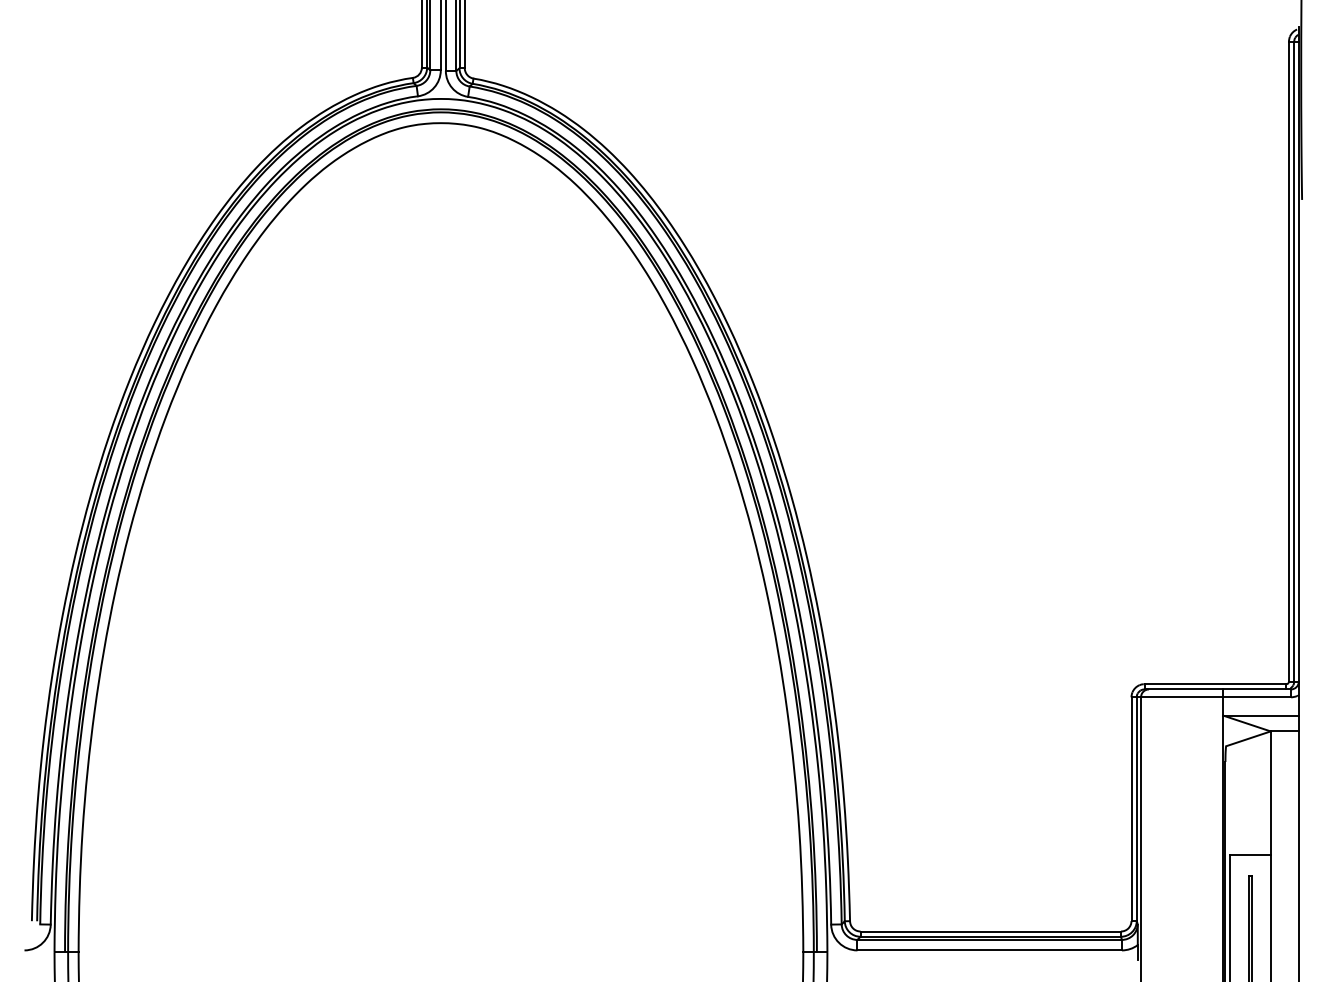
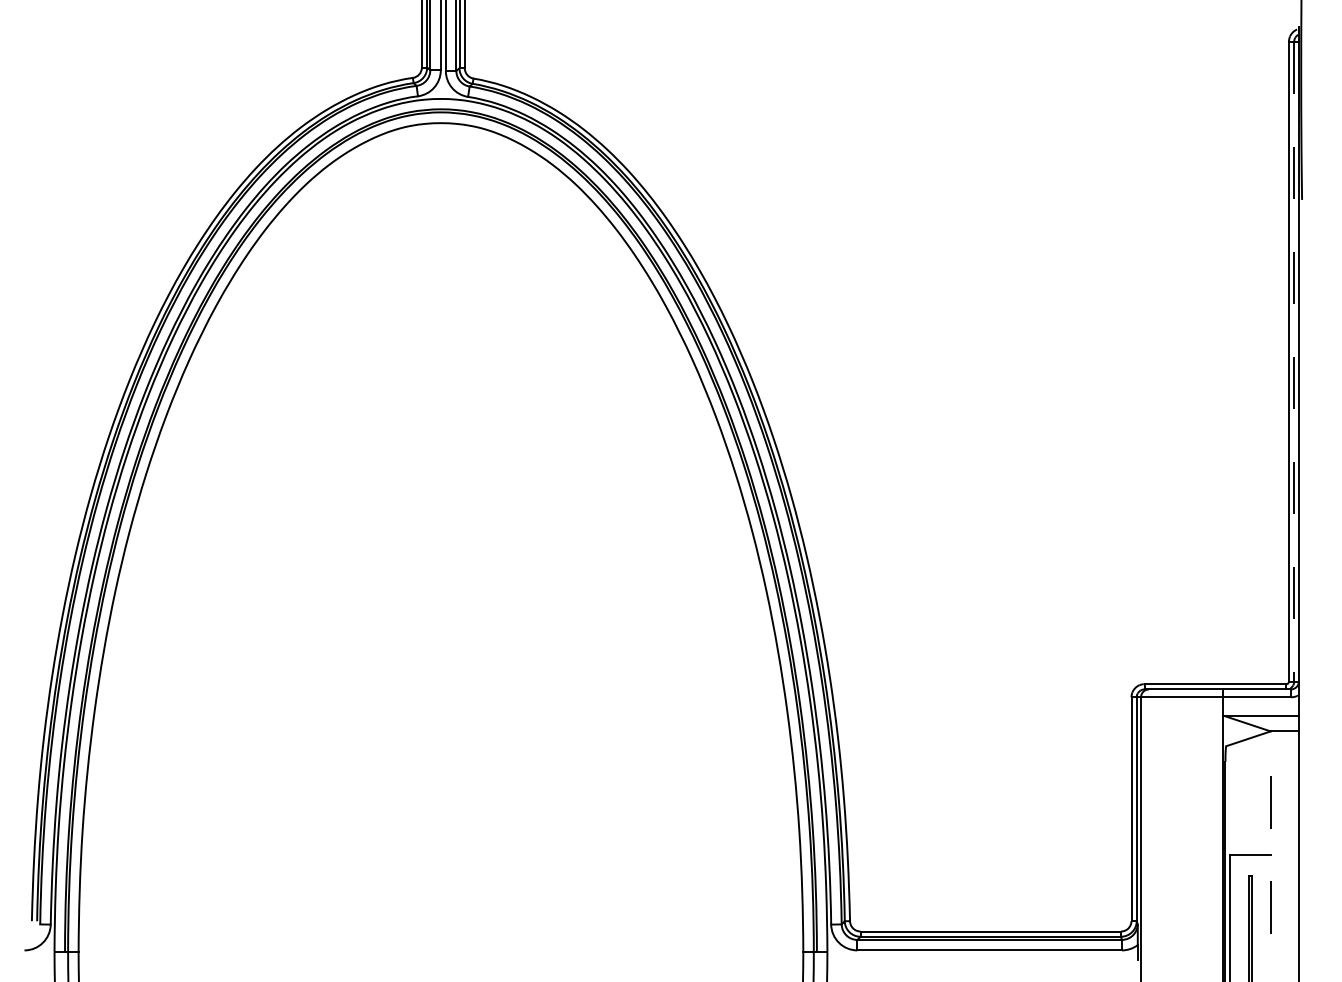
line at (1294, 361): solid -> dashed
line at (1270, 856): solid -> dashed
